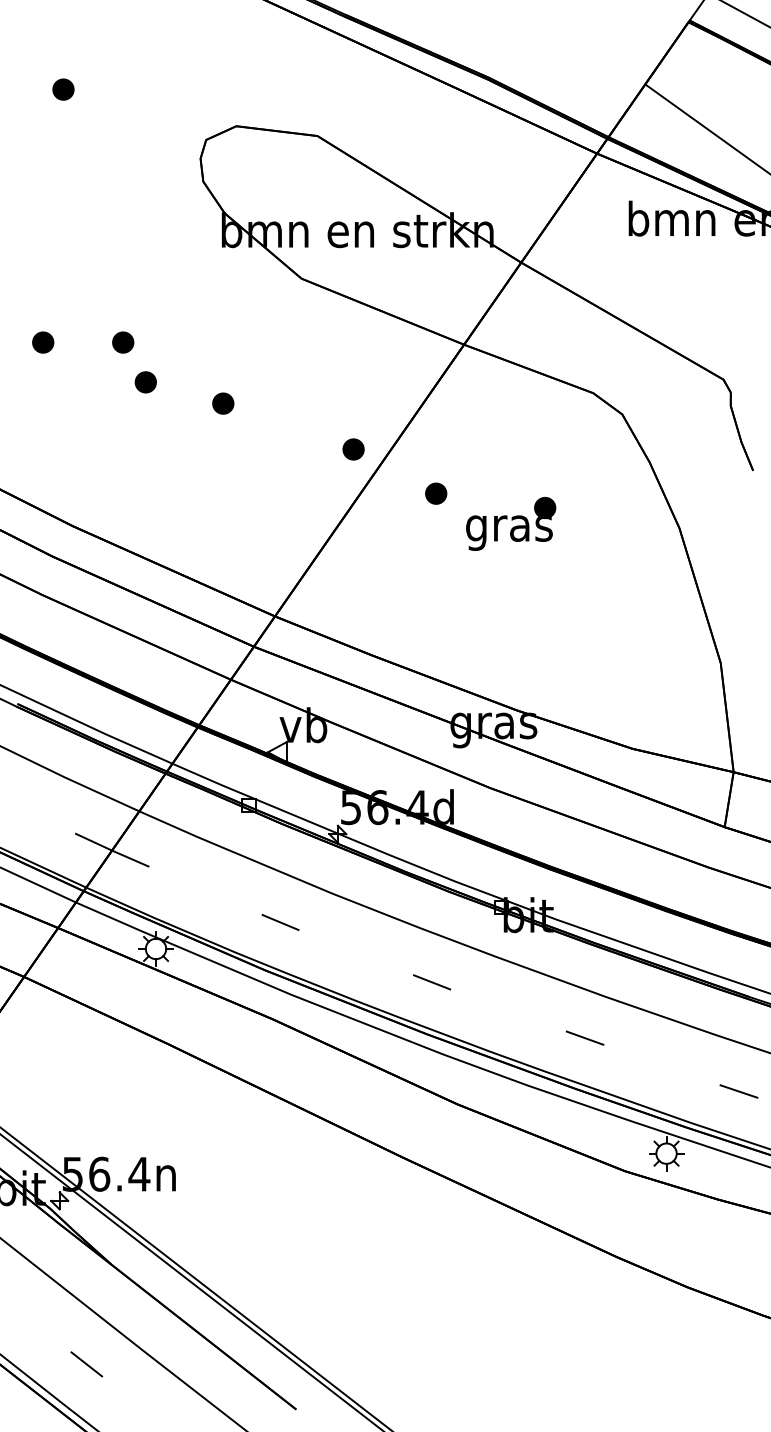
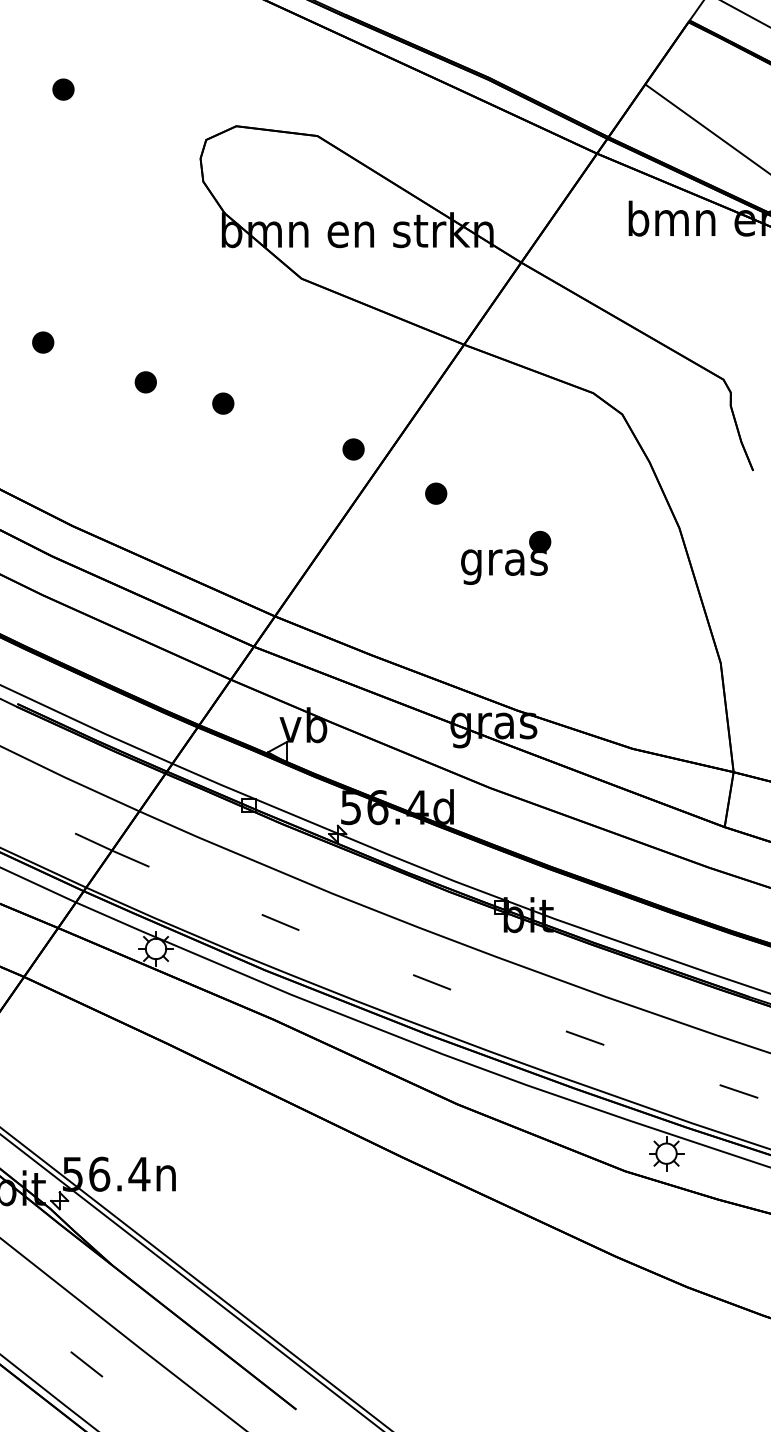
part at (123, 342): present -> none
part at (511, 523) position: (511, 523) -> (506, 557)
